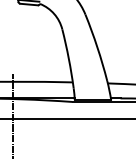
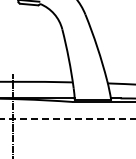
line at (68, 119): solid -> dashed
